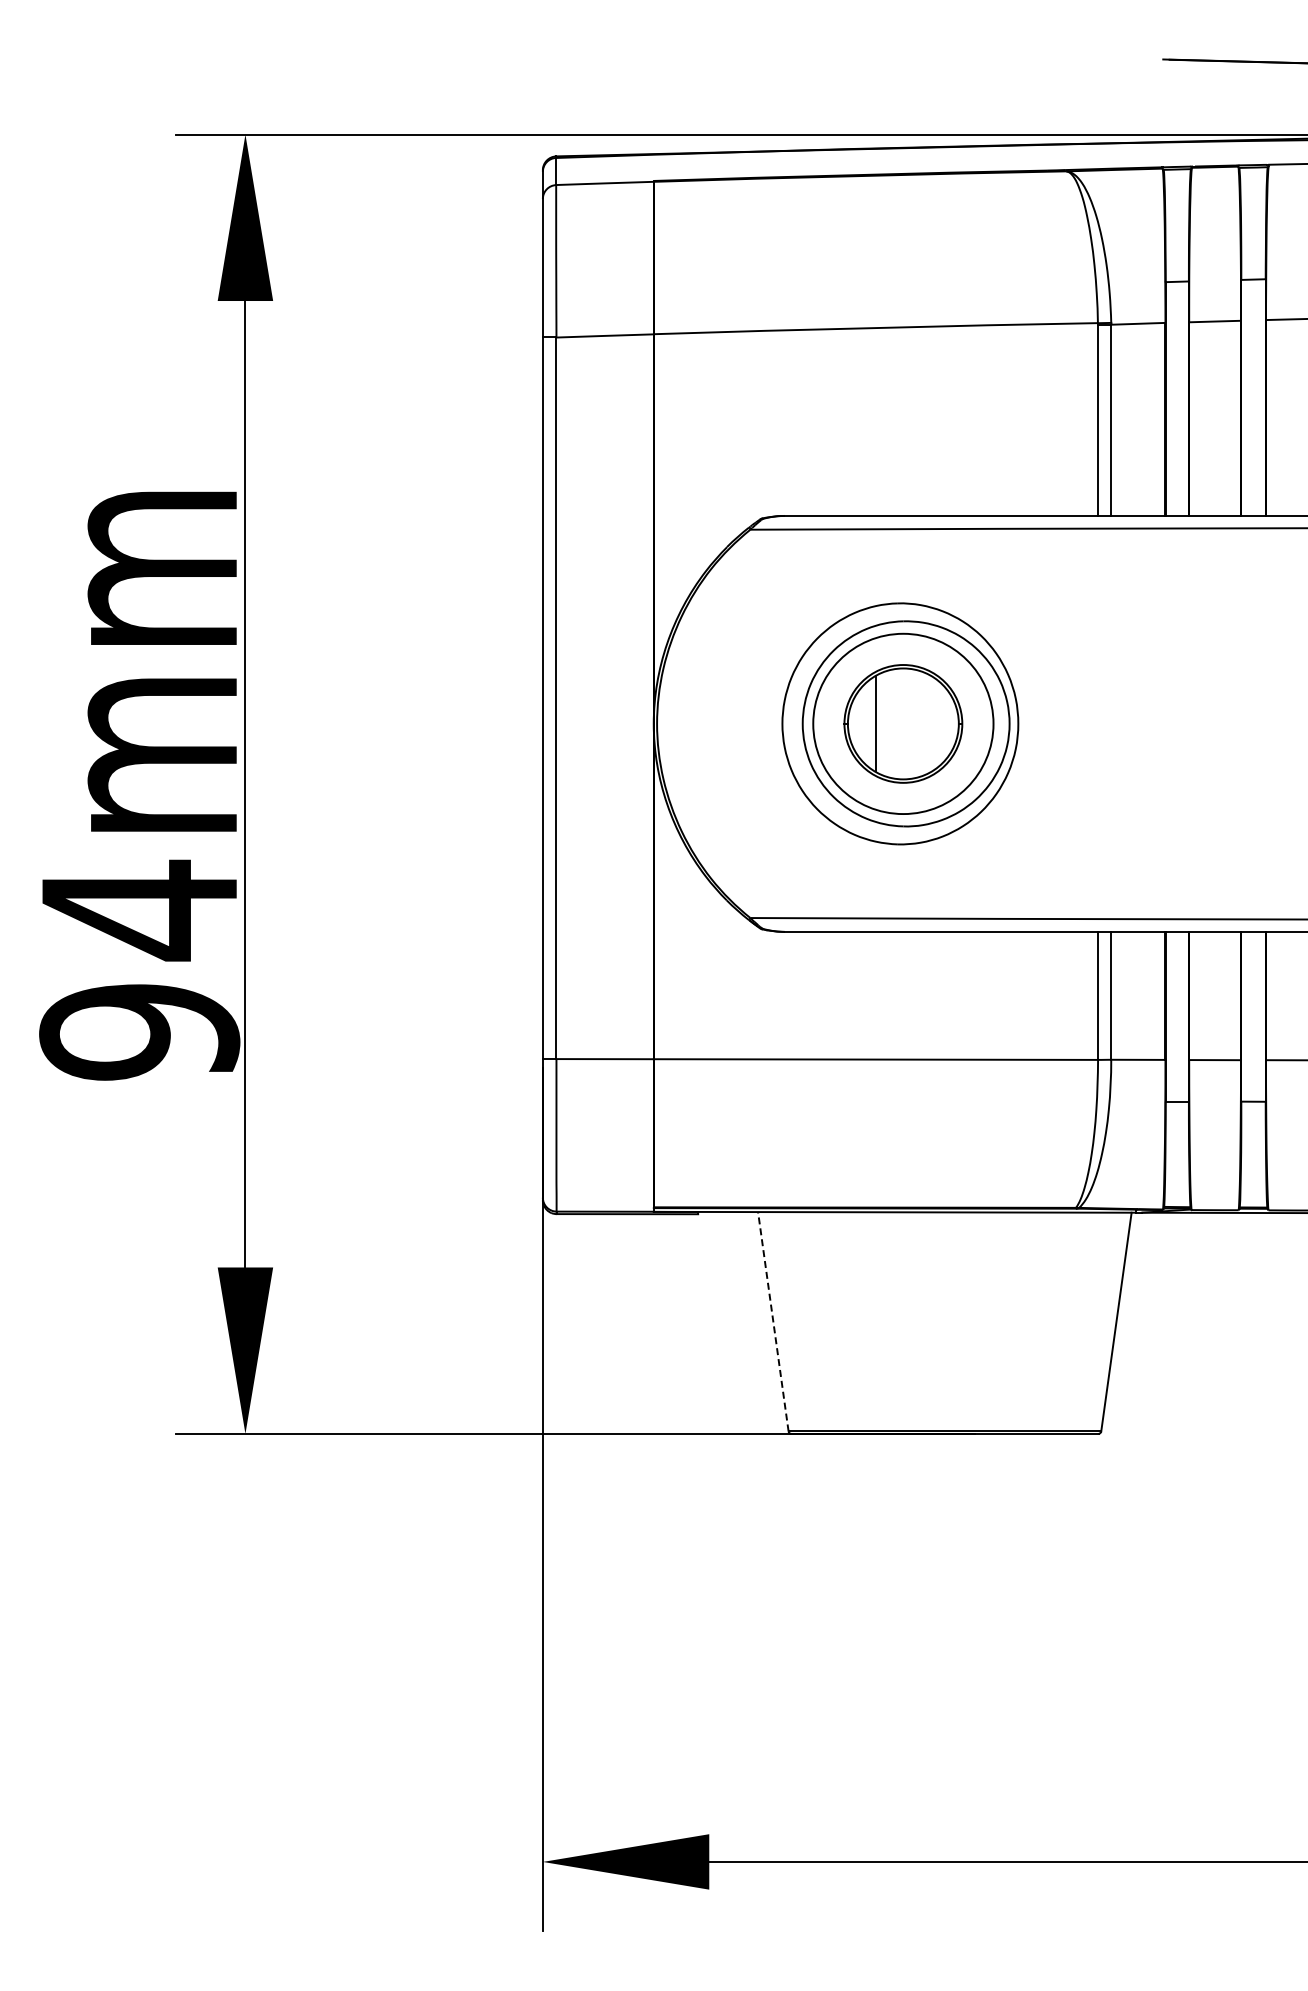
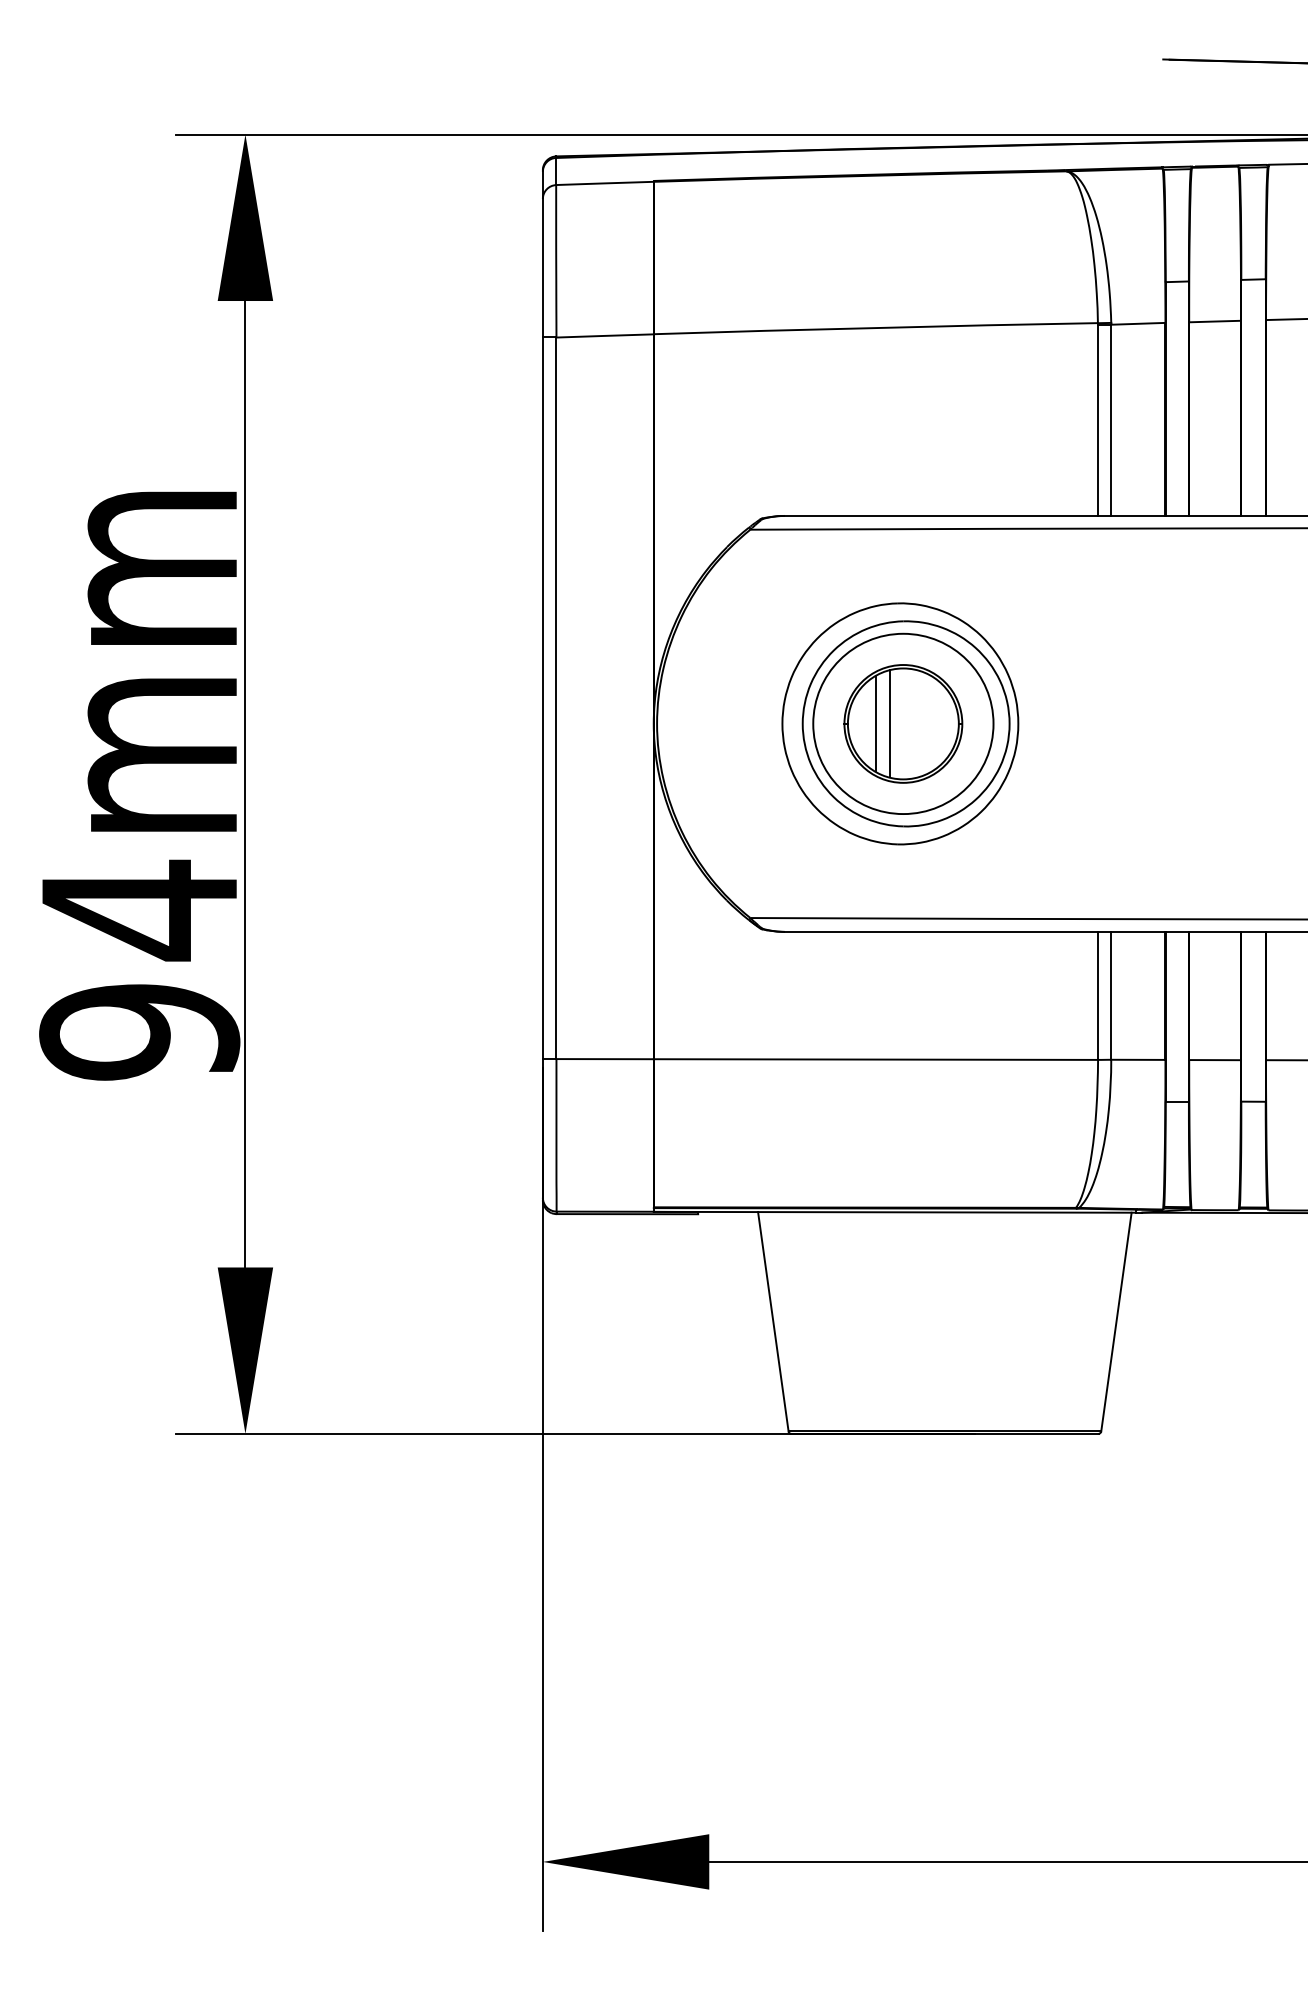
line at (889, 723): none -> present
line at (773, 1321): dashed -> solid
